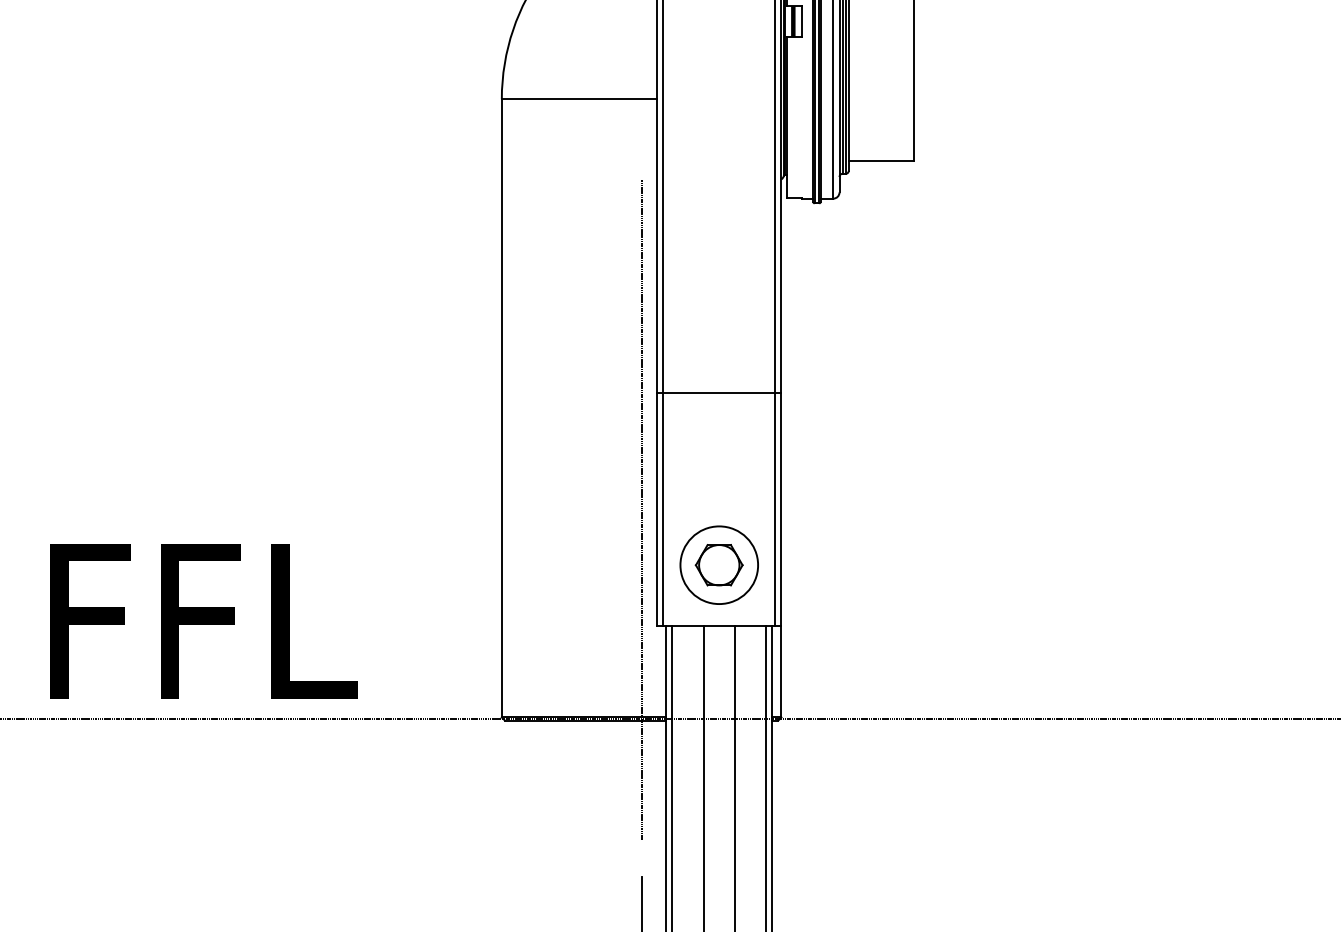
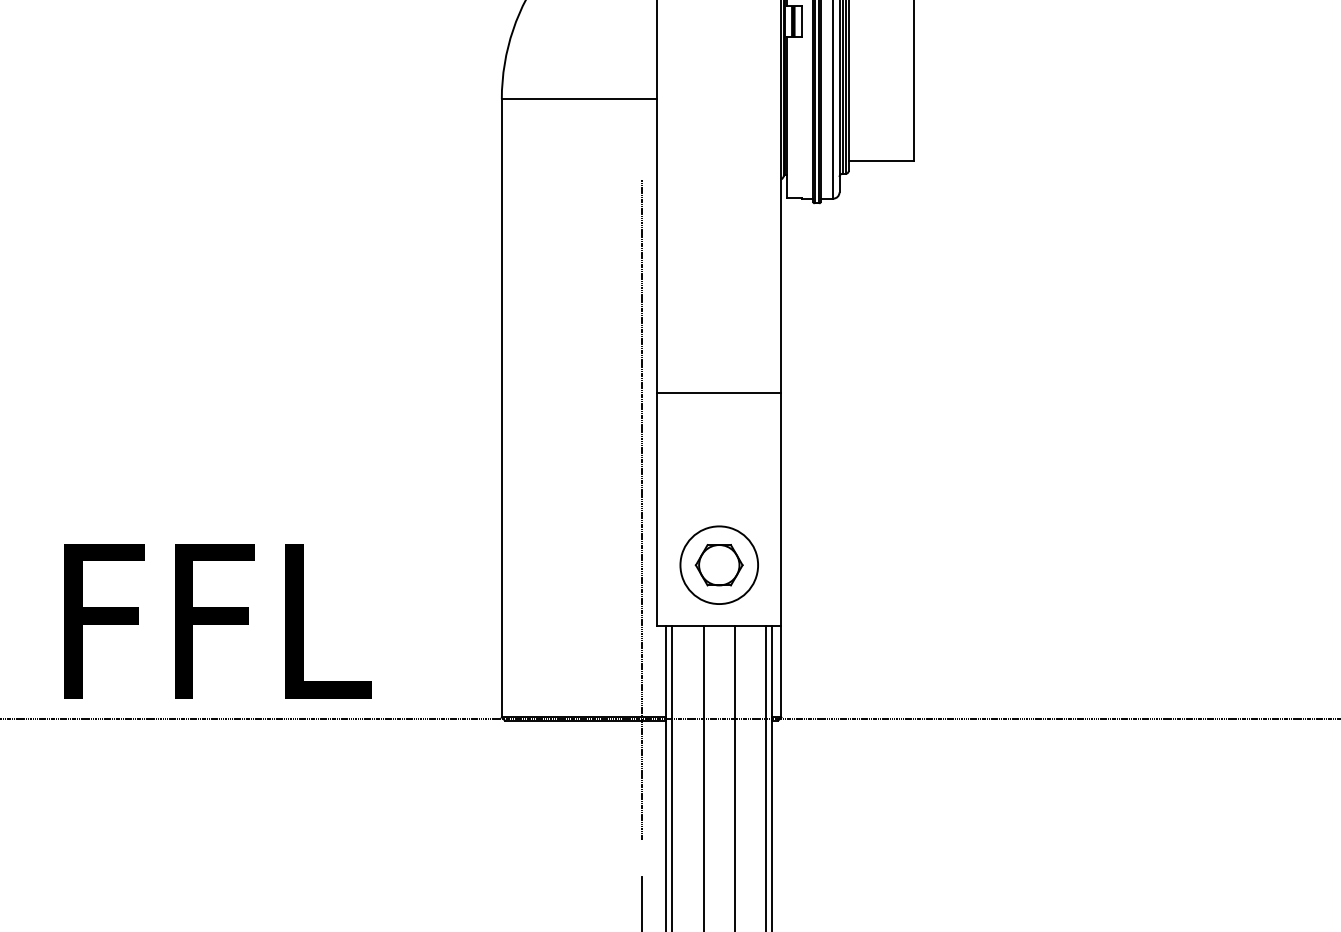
line at (663, 313): present -> none
line at (775, 313): present -> none
text at (203, 621) position: (203, 621) -> (217, 621)
